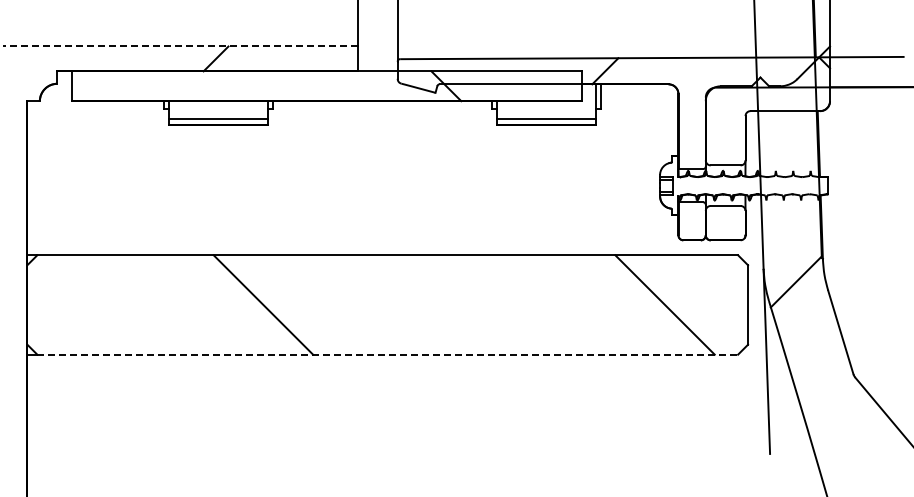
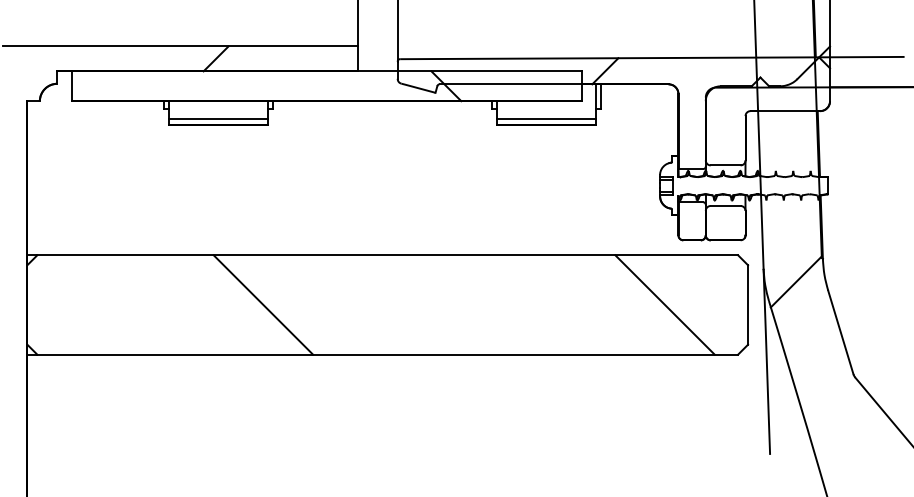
line at (180, 46): dashed -> solid
line at (388, 354): dashed -> solid
